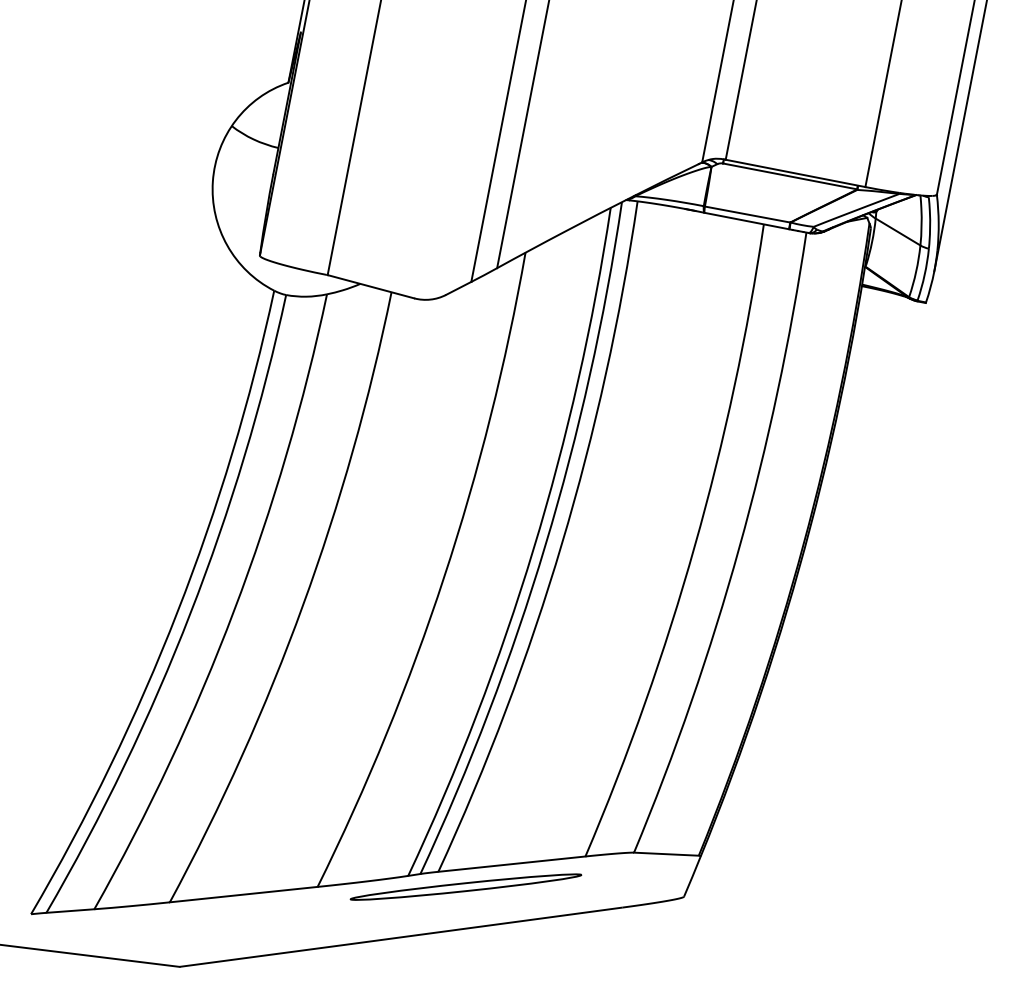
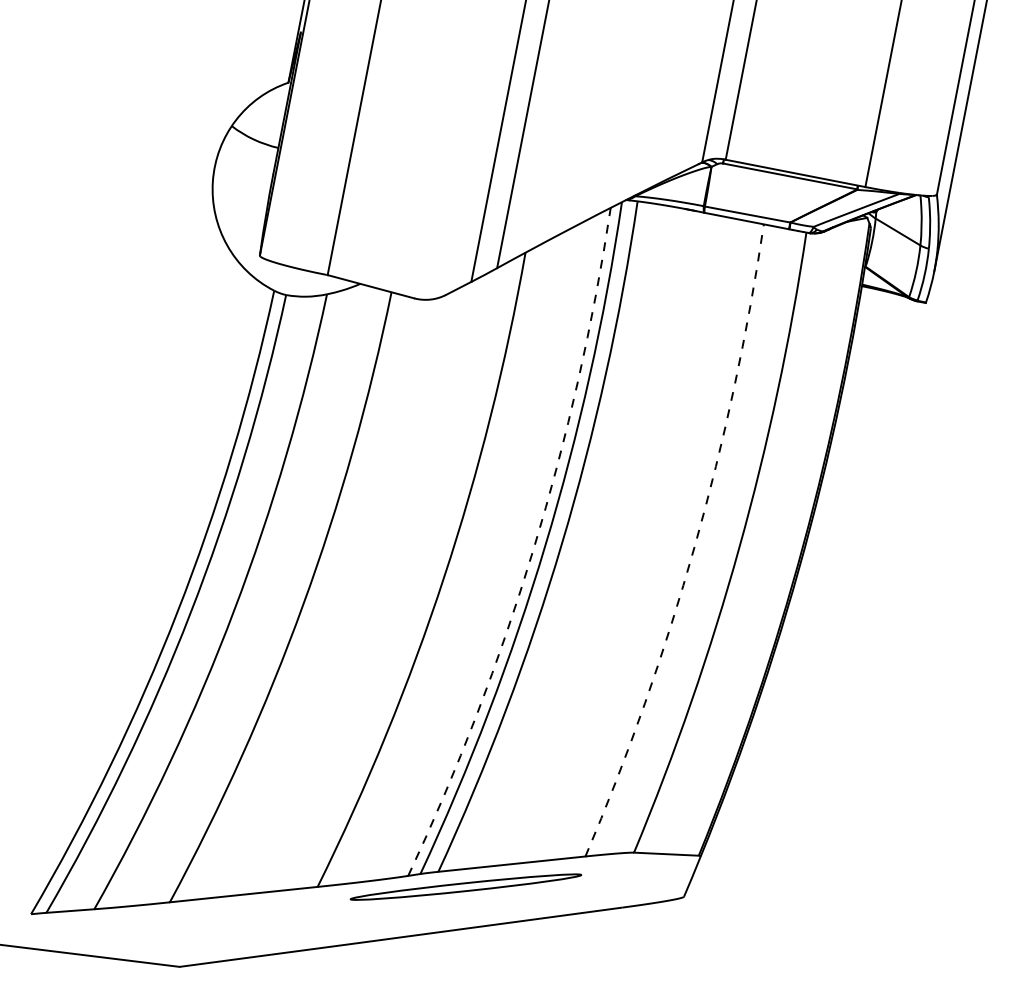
arc at (694, 546): solid -> dashed
arc at (533, 549): solid -> dashed
